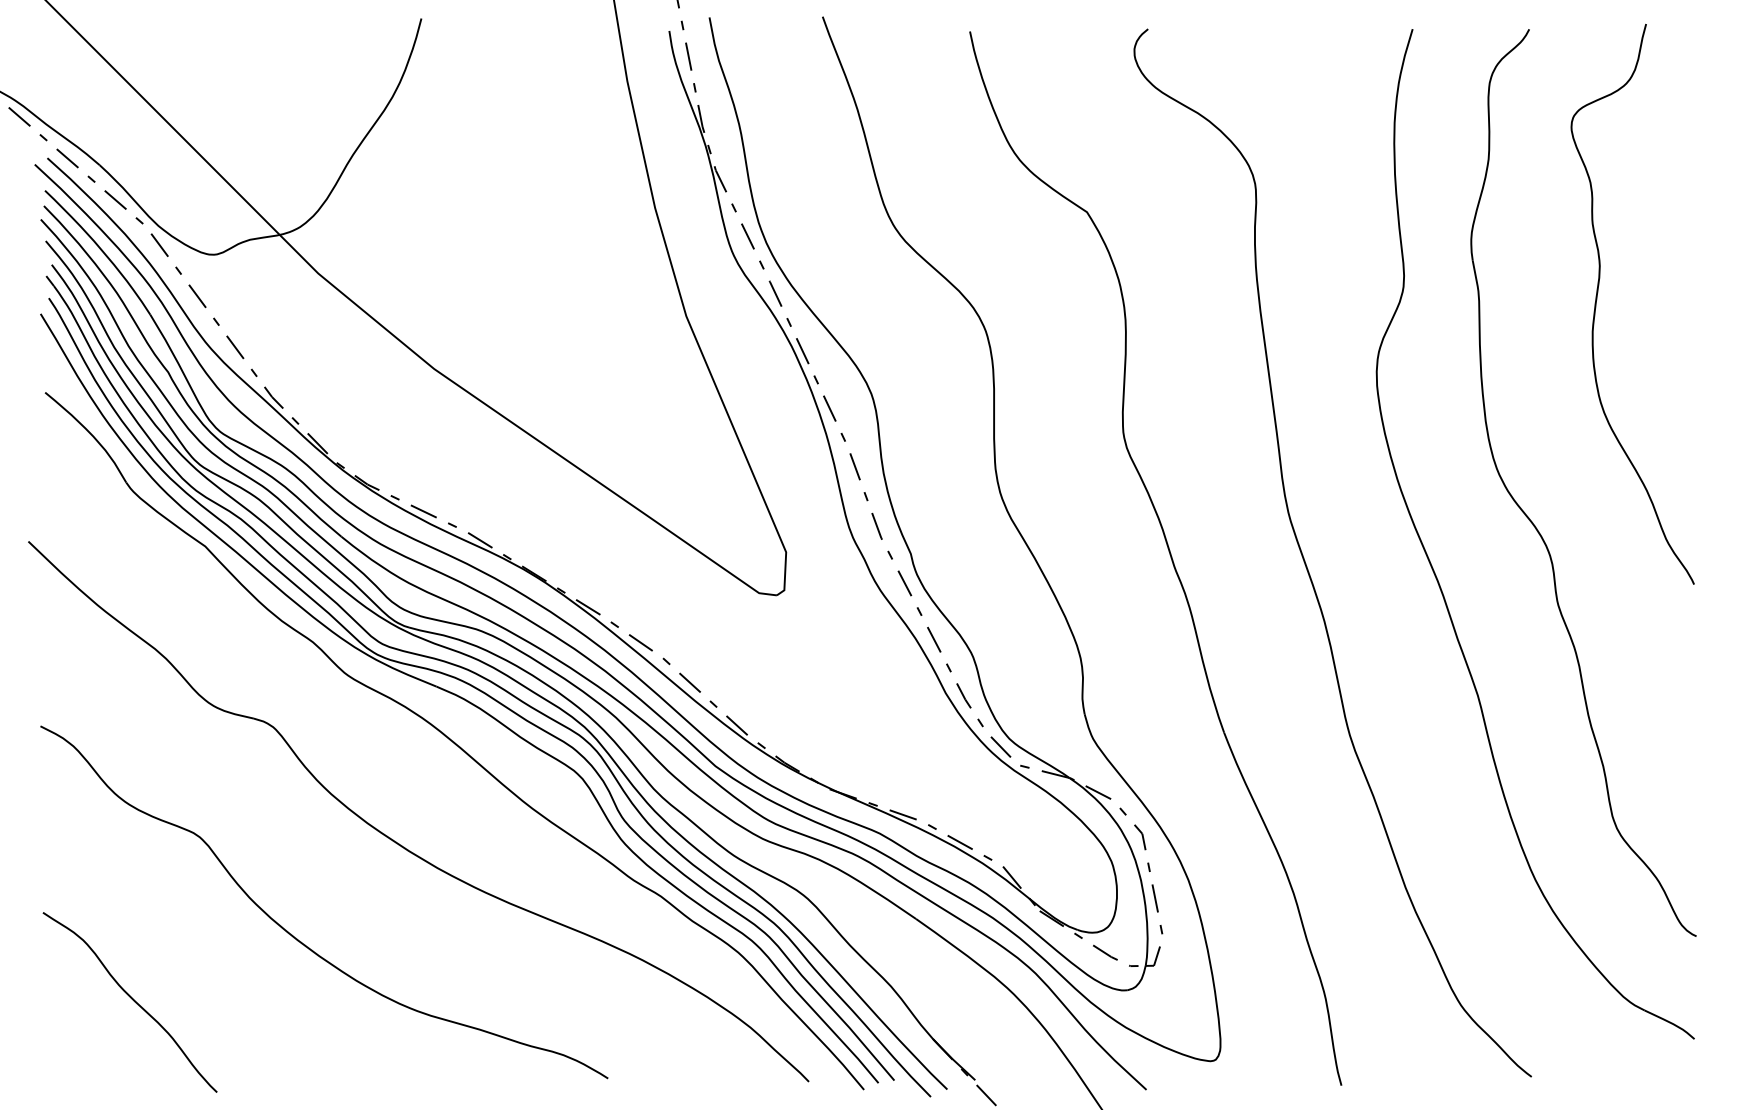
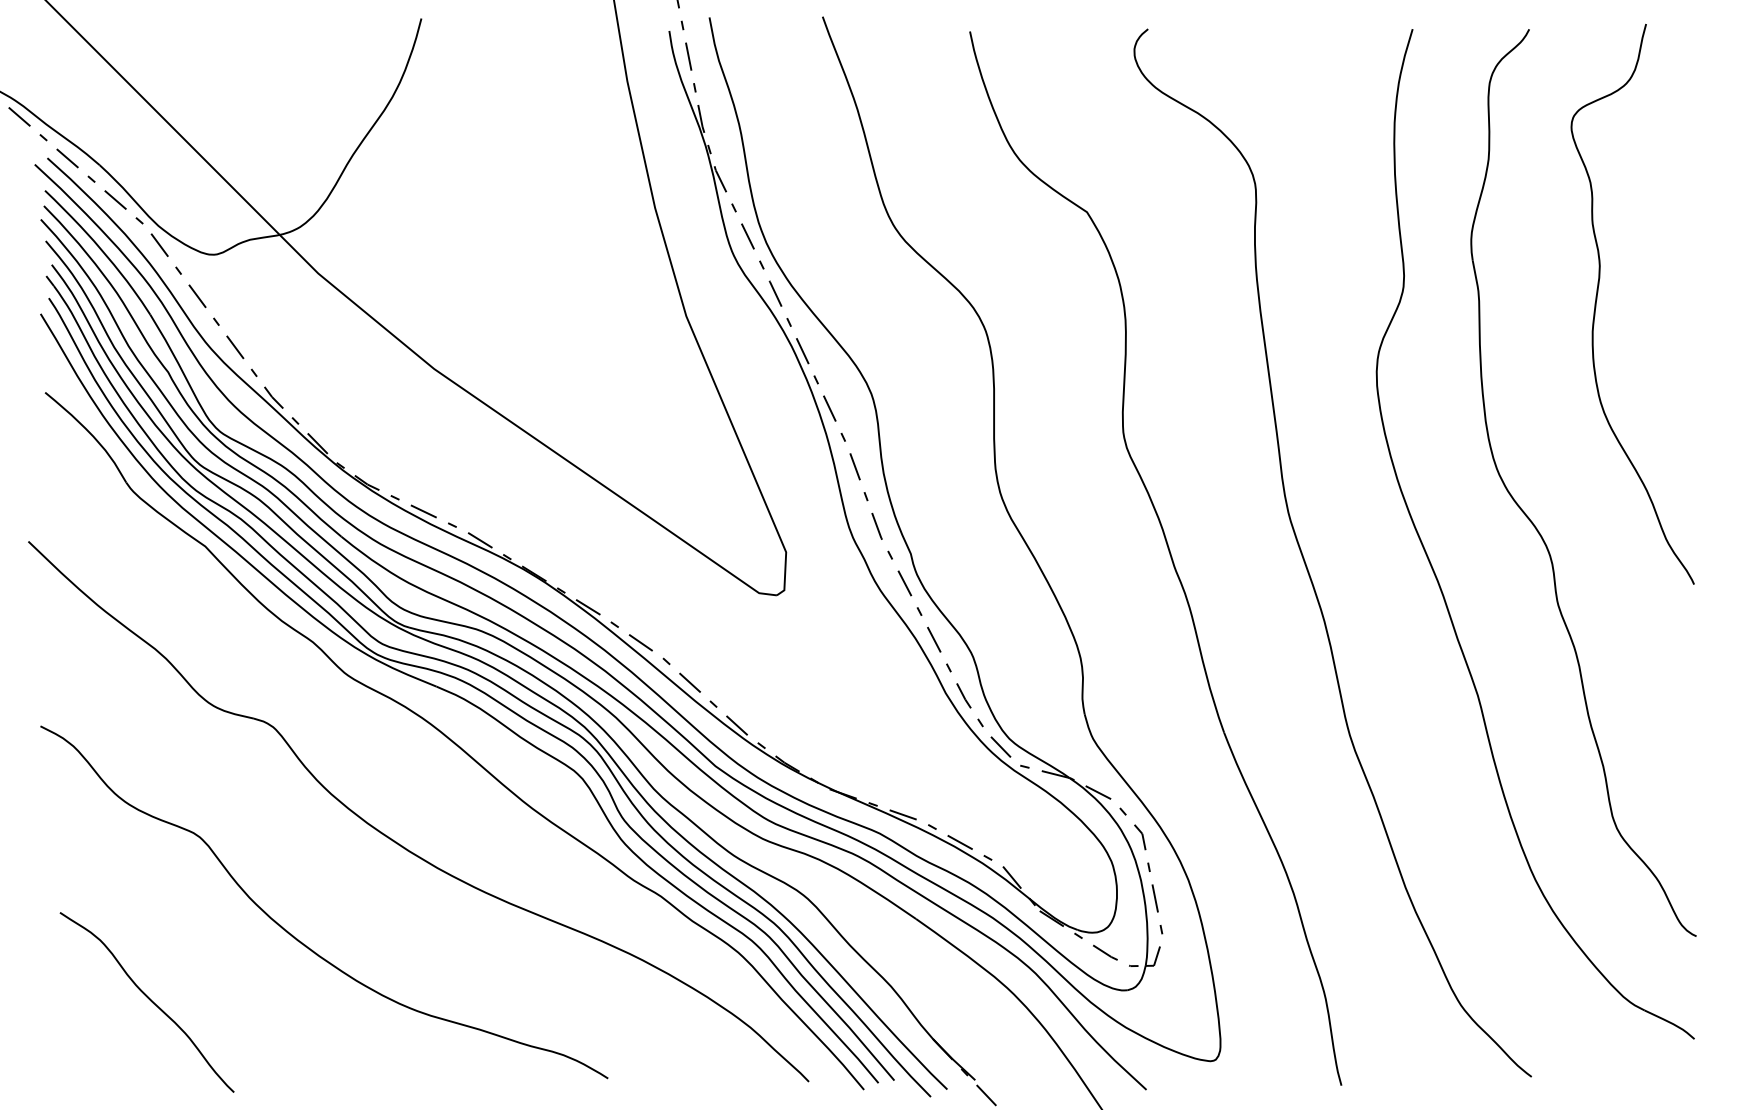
curve at (131, 999) position: (131, 999) -> (148, 999)
